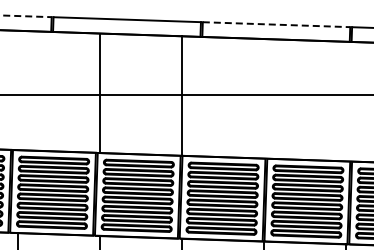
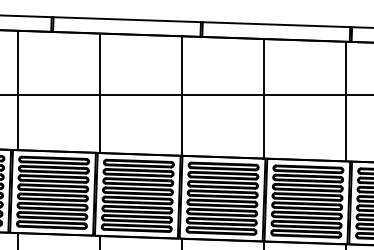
line at (26, 16): dashed -> solid
line at (276, 24): dashed -> solid
line at (18, 90): none -> present
line at (263, 98): none -> present
line at (345, 101): none -> present
